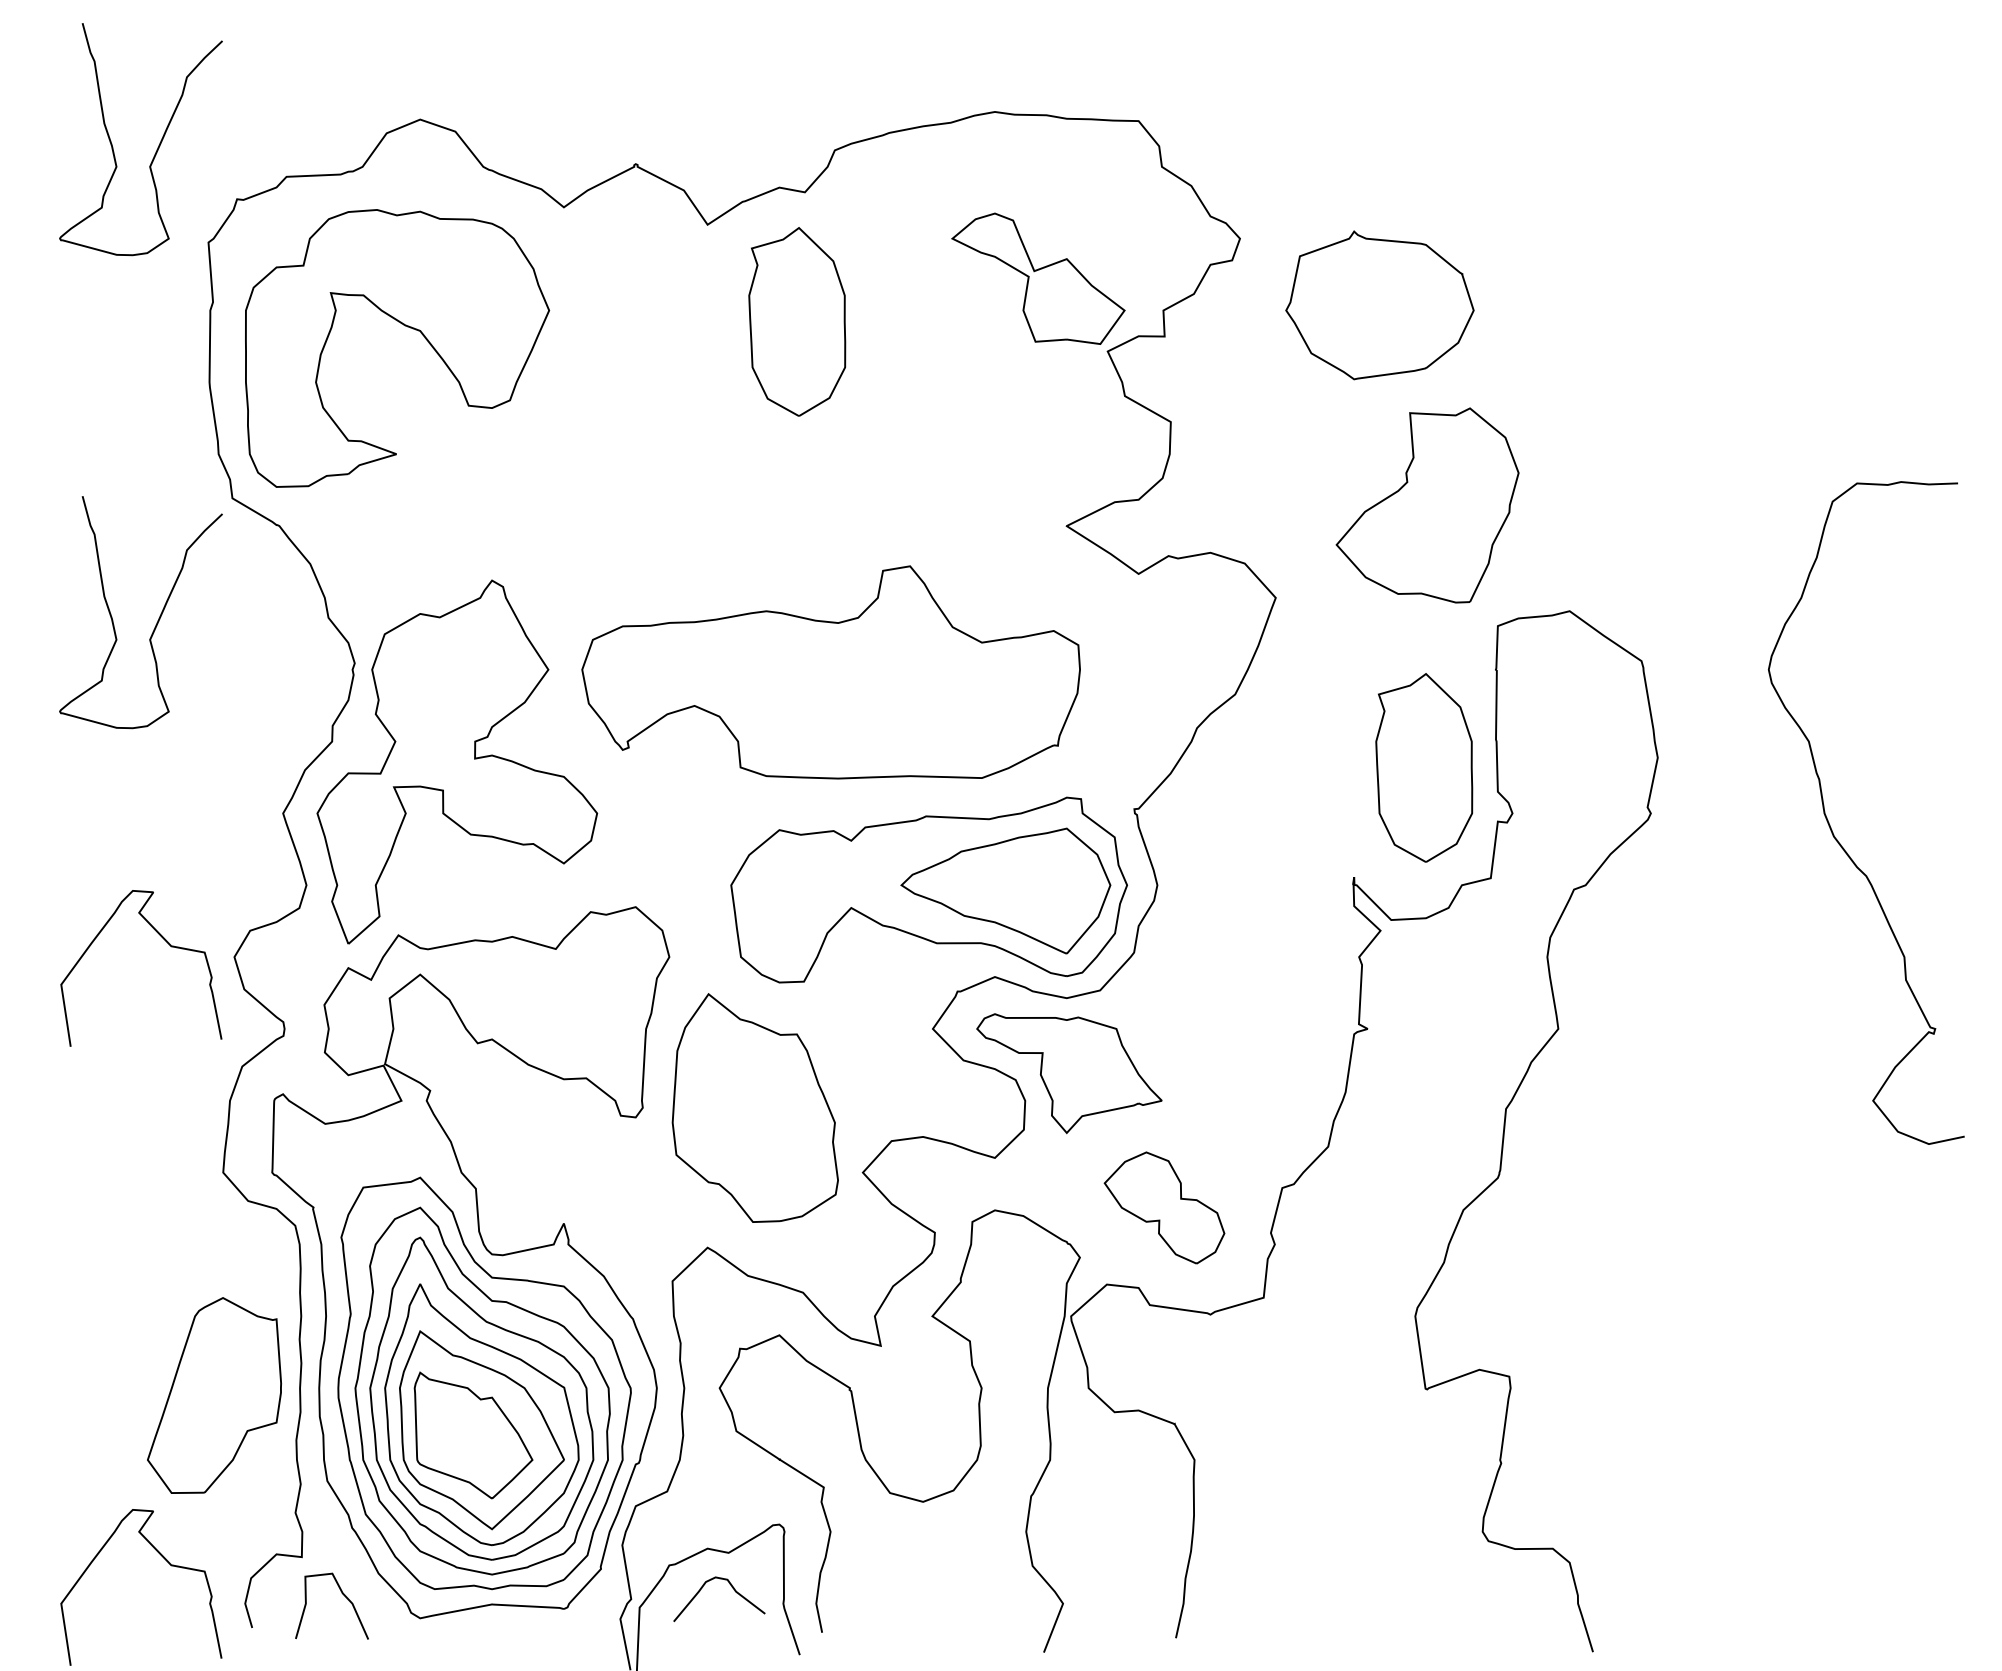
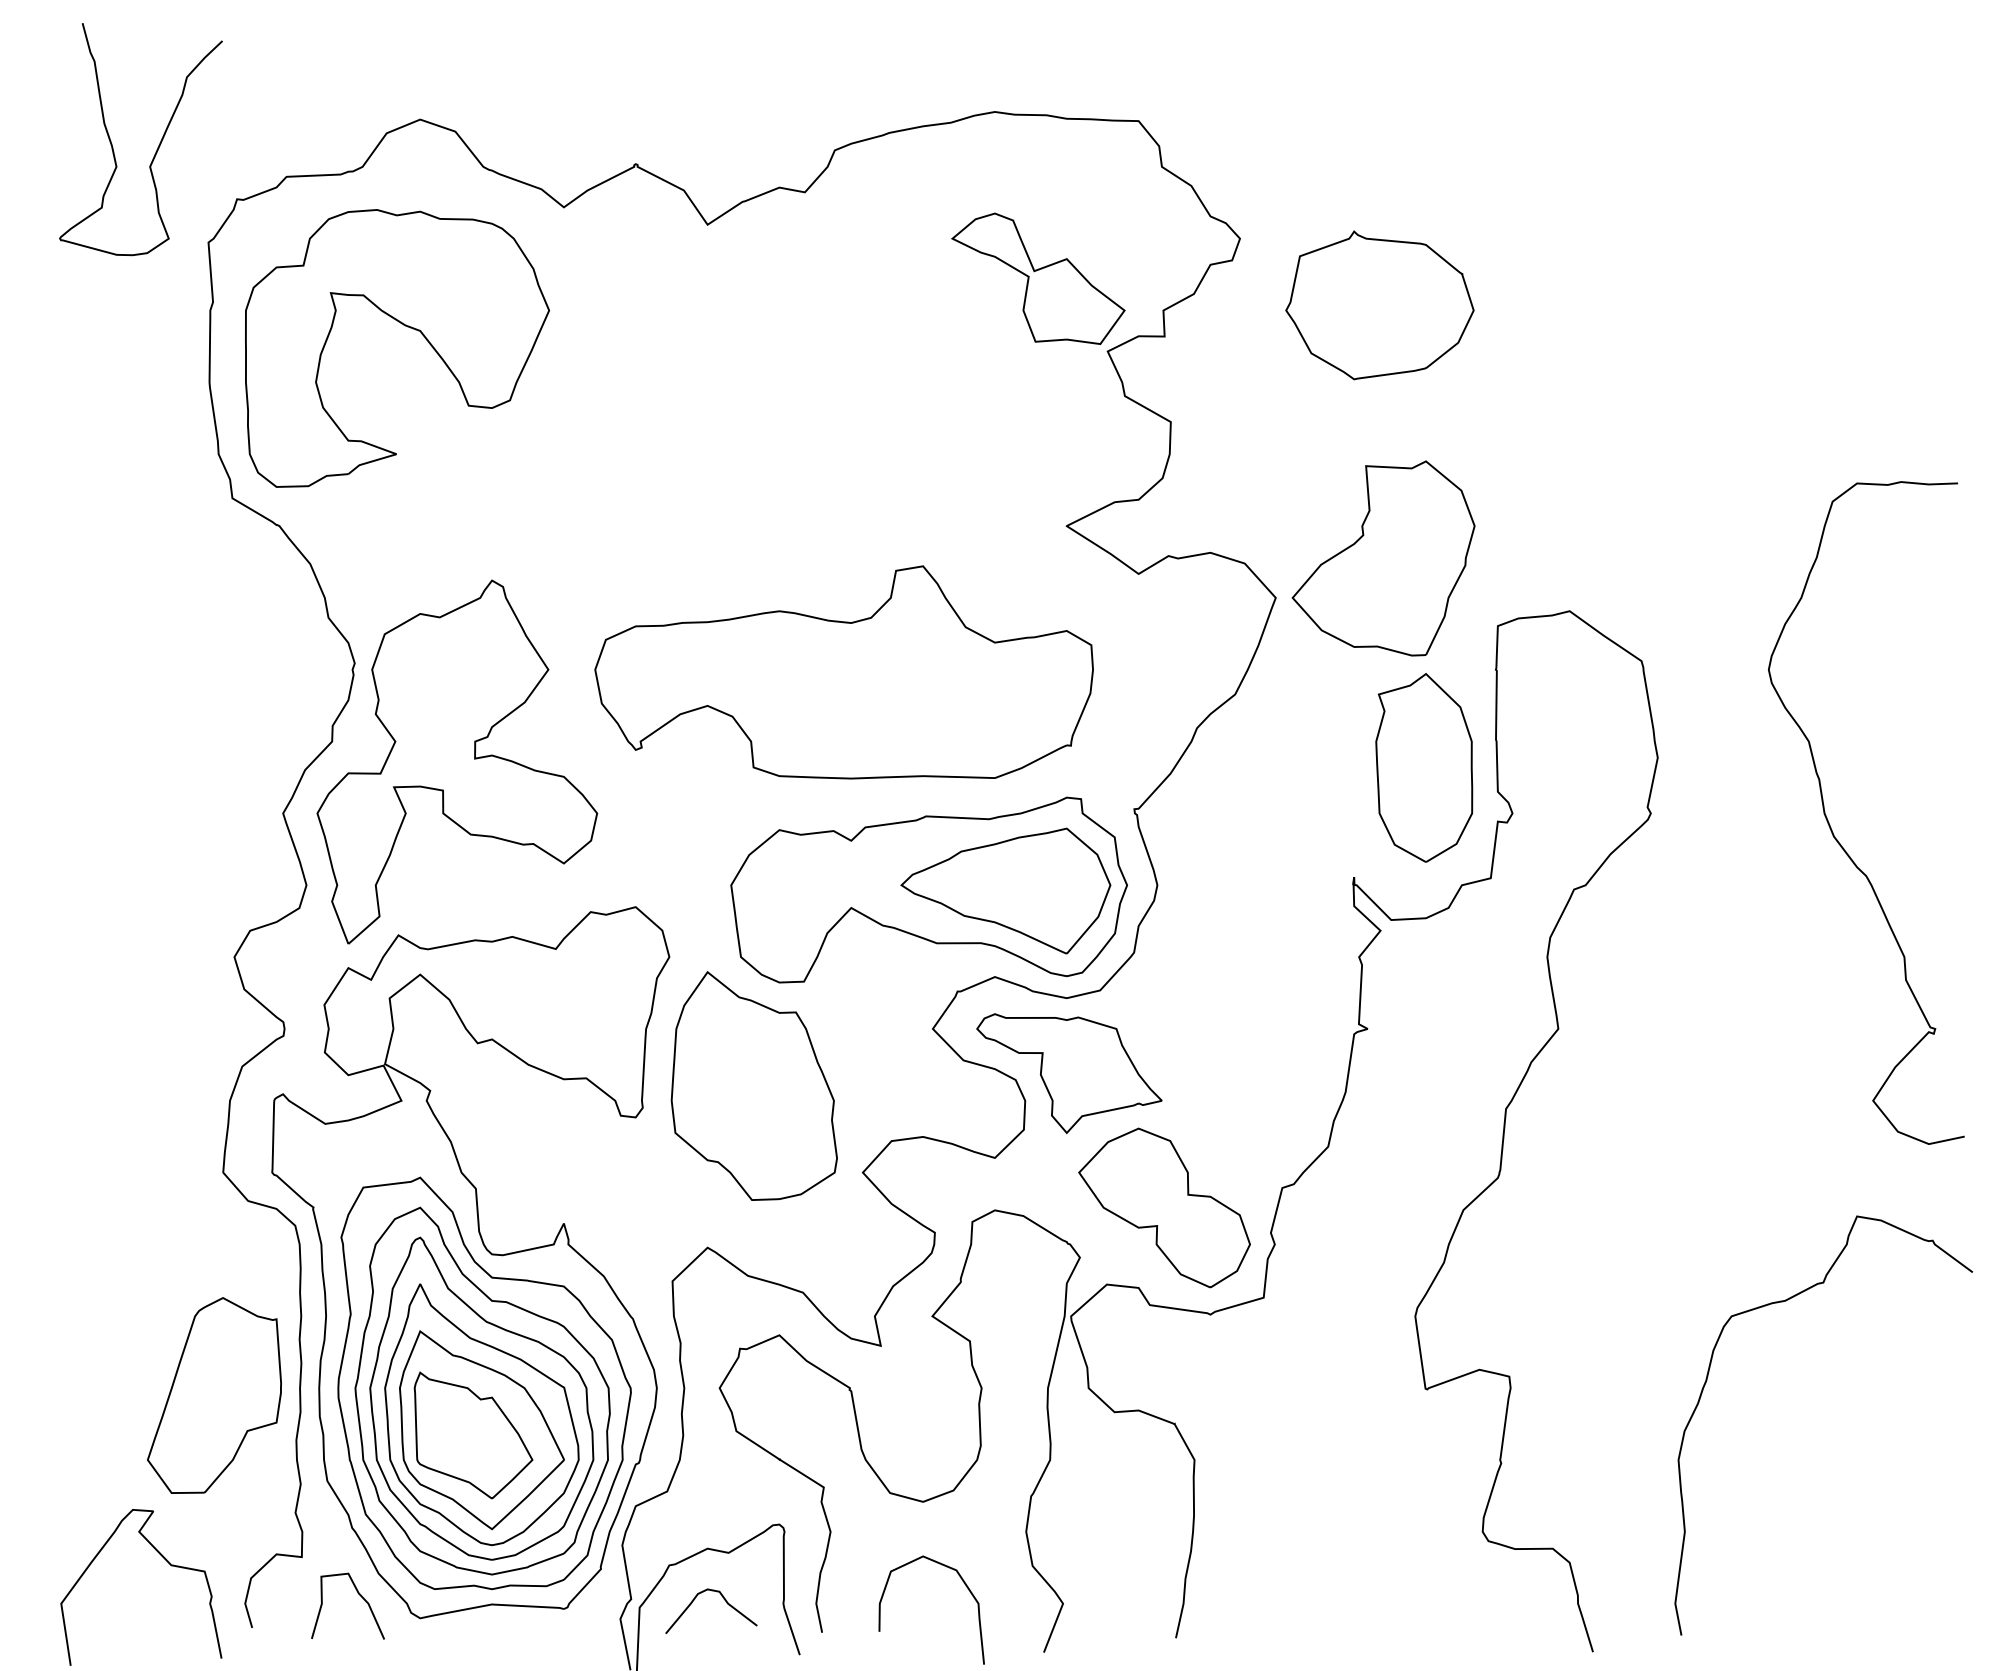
part at (797, 321): present -> none
part at (1427, 505) position: (1427, 505) -> (1383, 558)
curve at (157, 620): present -> none
part at (830, 672) position: (830, 672) -> (843, 672)
curve at (166, 942): present -> none
part at (754, 1107) position: (754, 1107) -> (753, 1085)
part at (1164, 1207) size: 123x114 px -> 173x162 px
curve at (1706, 1383): none -> present
curve at (731, 1587) position: (731, 1587) -> (723, 1599)
curve at (966, 1587): none -> present
curve at (342, 1594) position: (342, 1594) -> (358, 1594)
